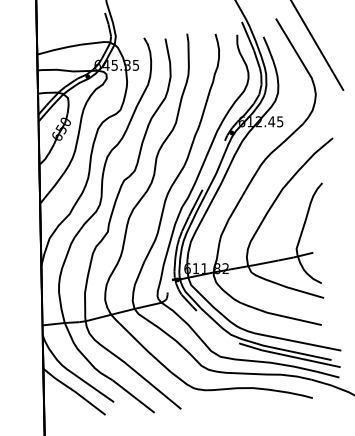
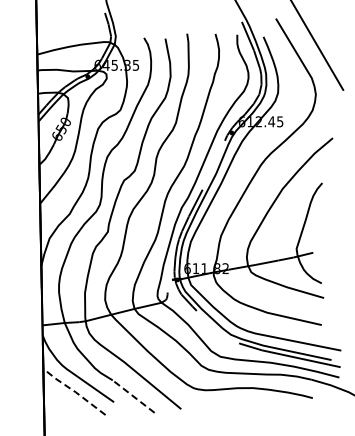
line at (74, 391): solid -> dashed
line at (133, 396): solid -> dashed
